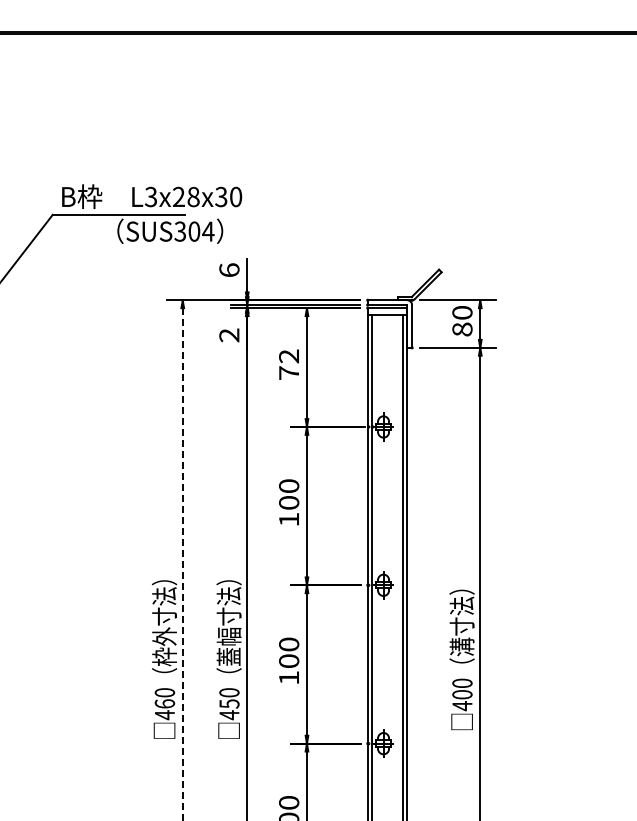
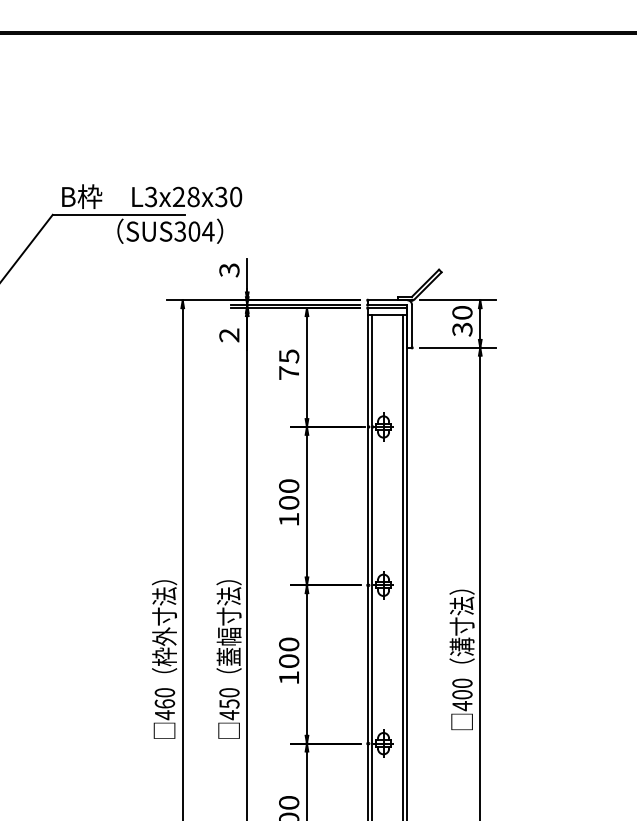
text at (229, 270): 6 -> 3
text at (462, 329): 80 -> 30
text at (289, 356): 72 -> 75
line at (182, 565): dashed -> solid
